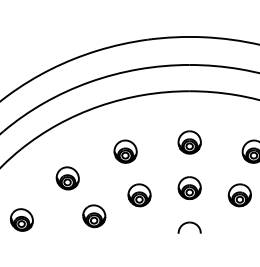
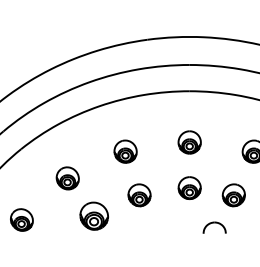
part at (239, 195) position: (239, 195) -> (233, 195)
part at (94, 216) size: 25x25 px -> 30x30 px
part at (189, 227) position: (189, 227) -> (214, 227)
